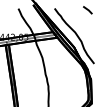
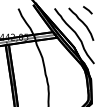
curve at (81, 22): none -> present
